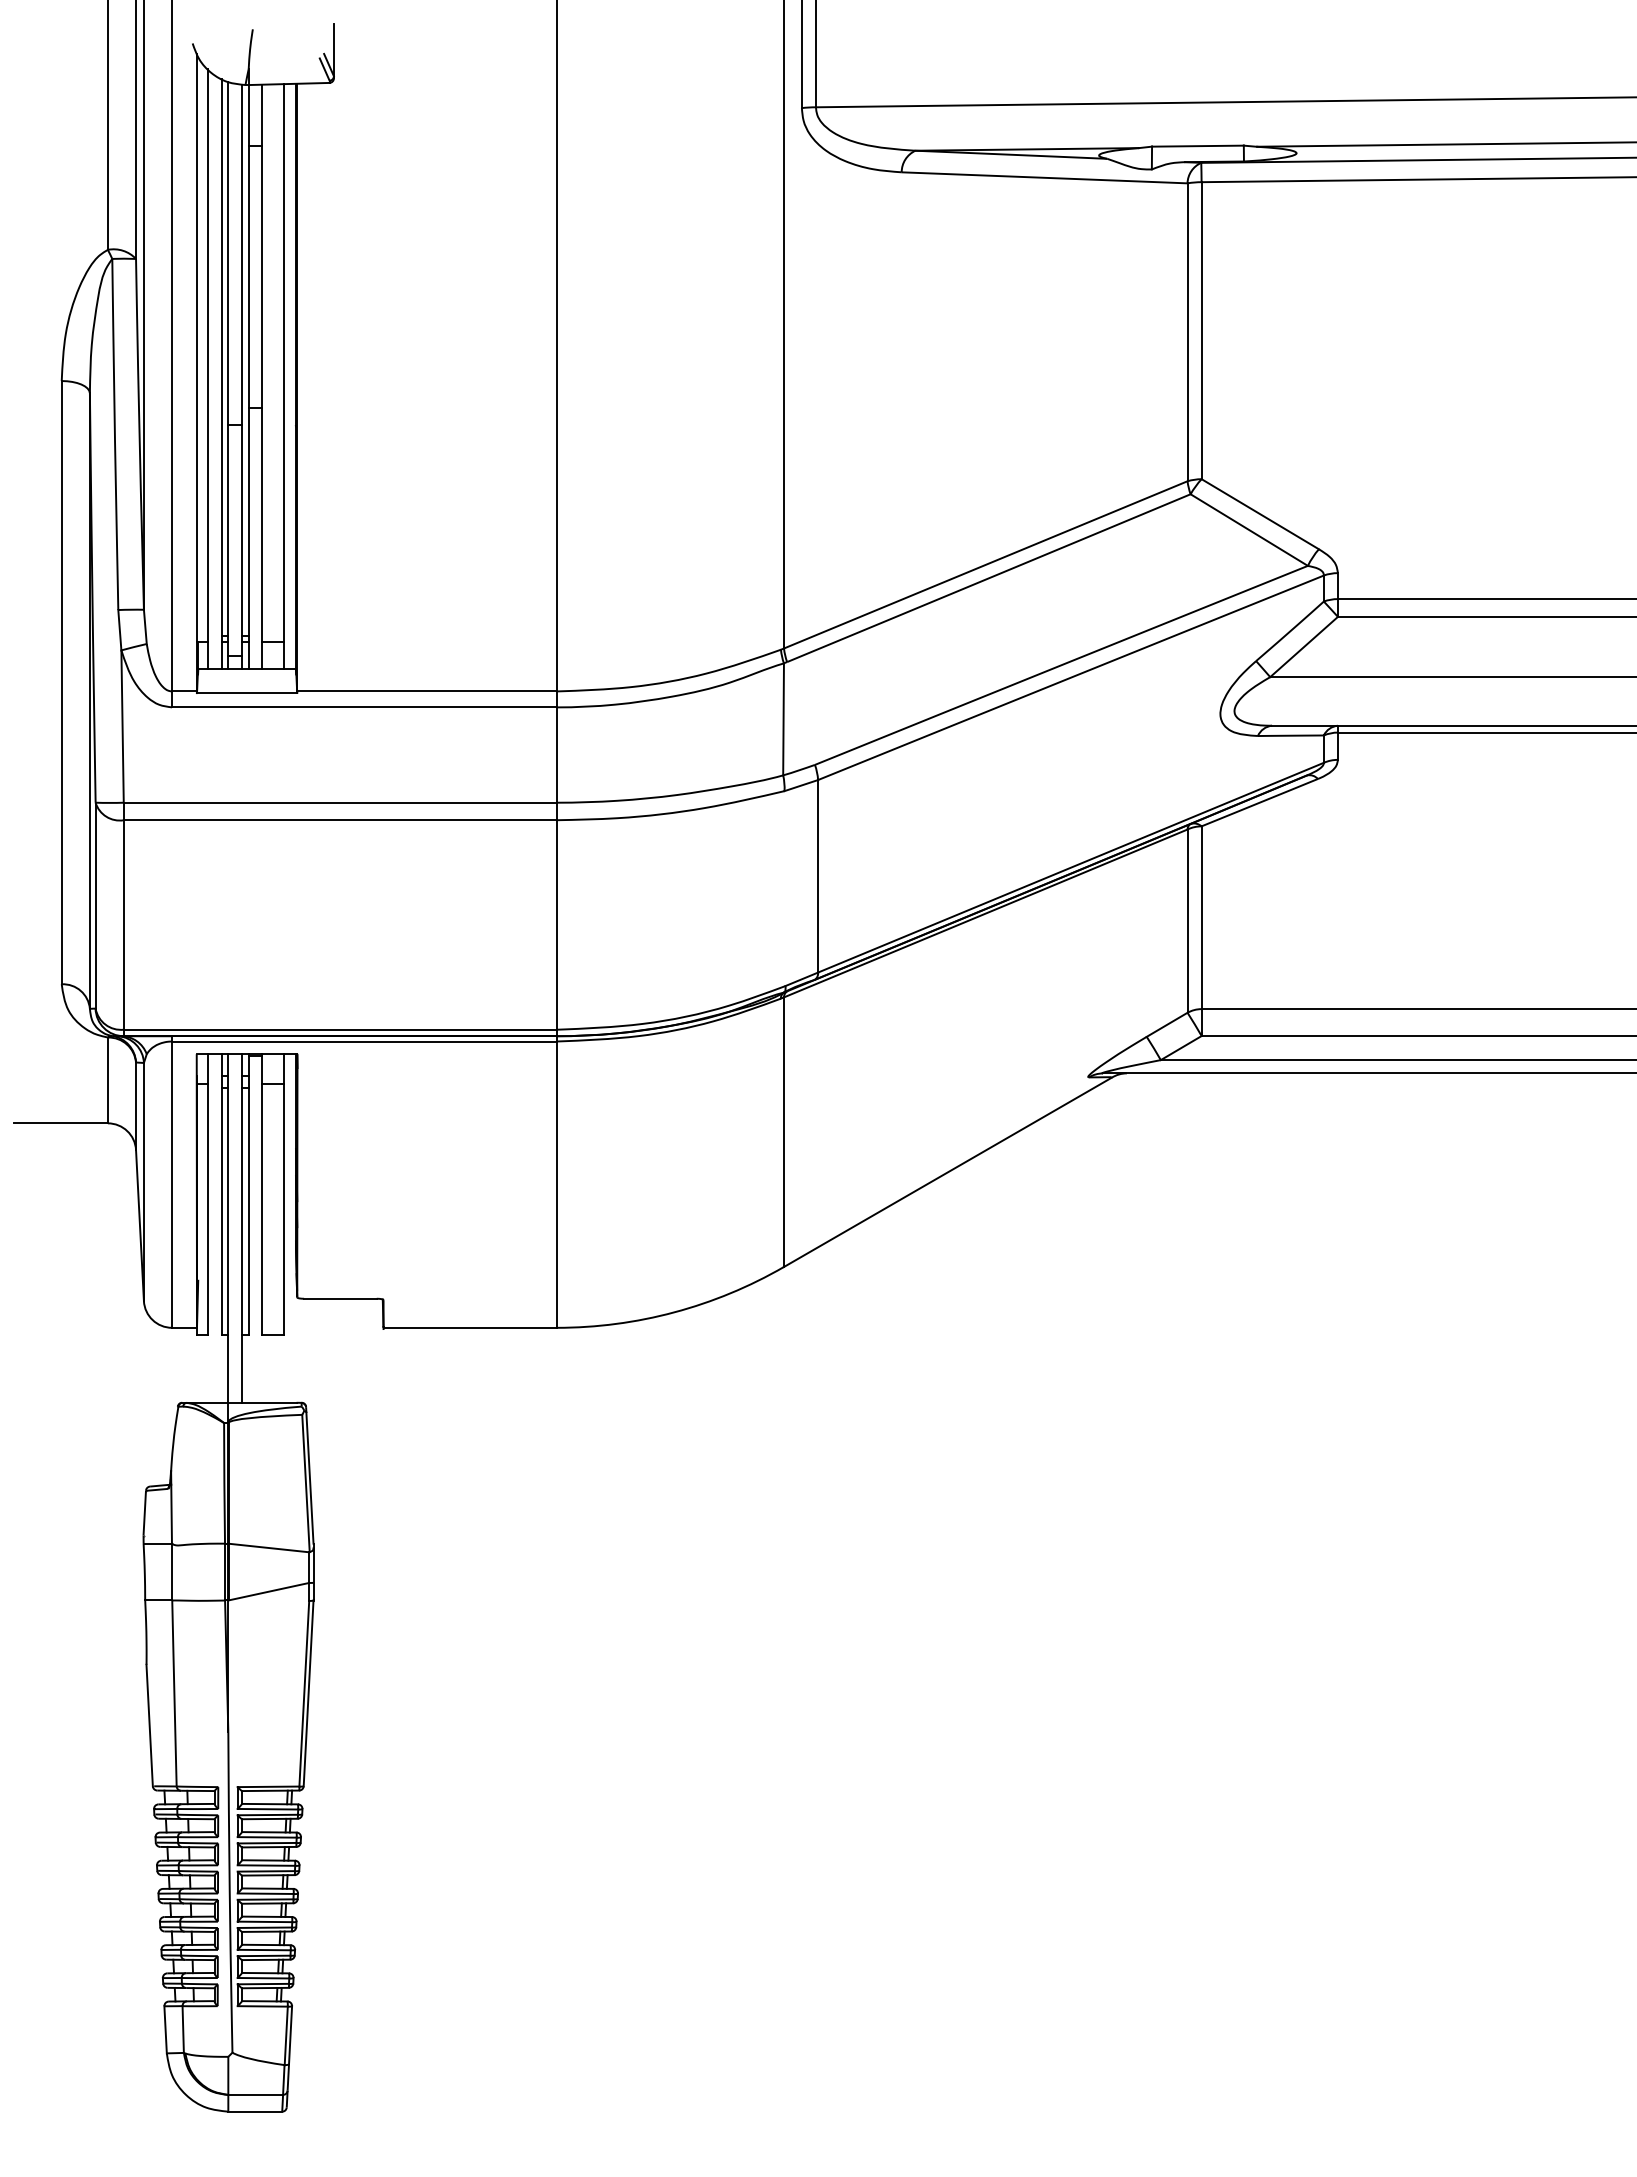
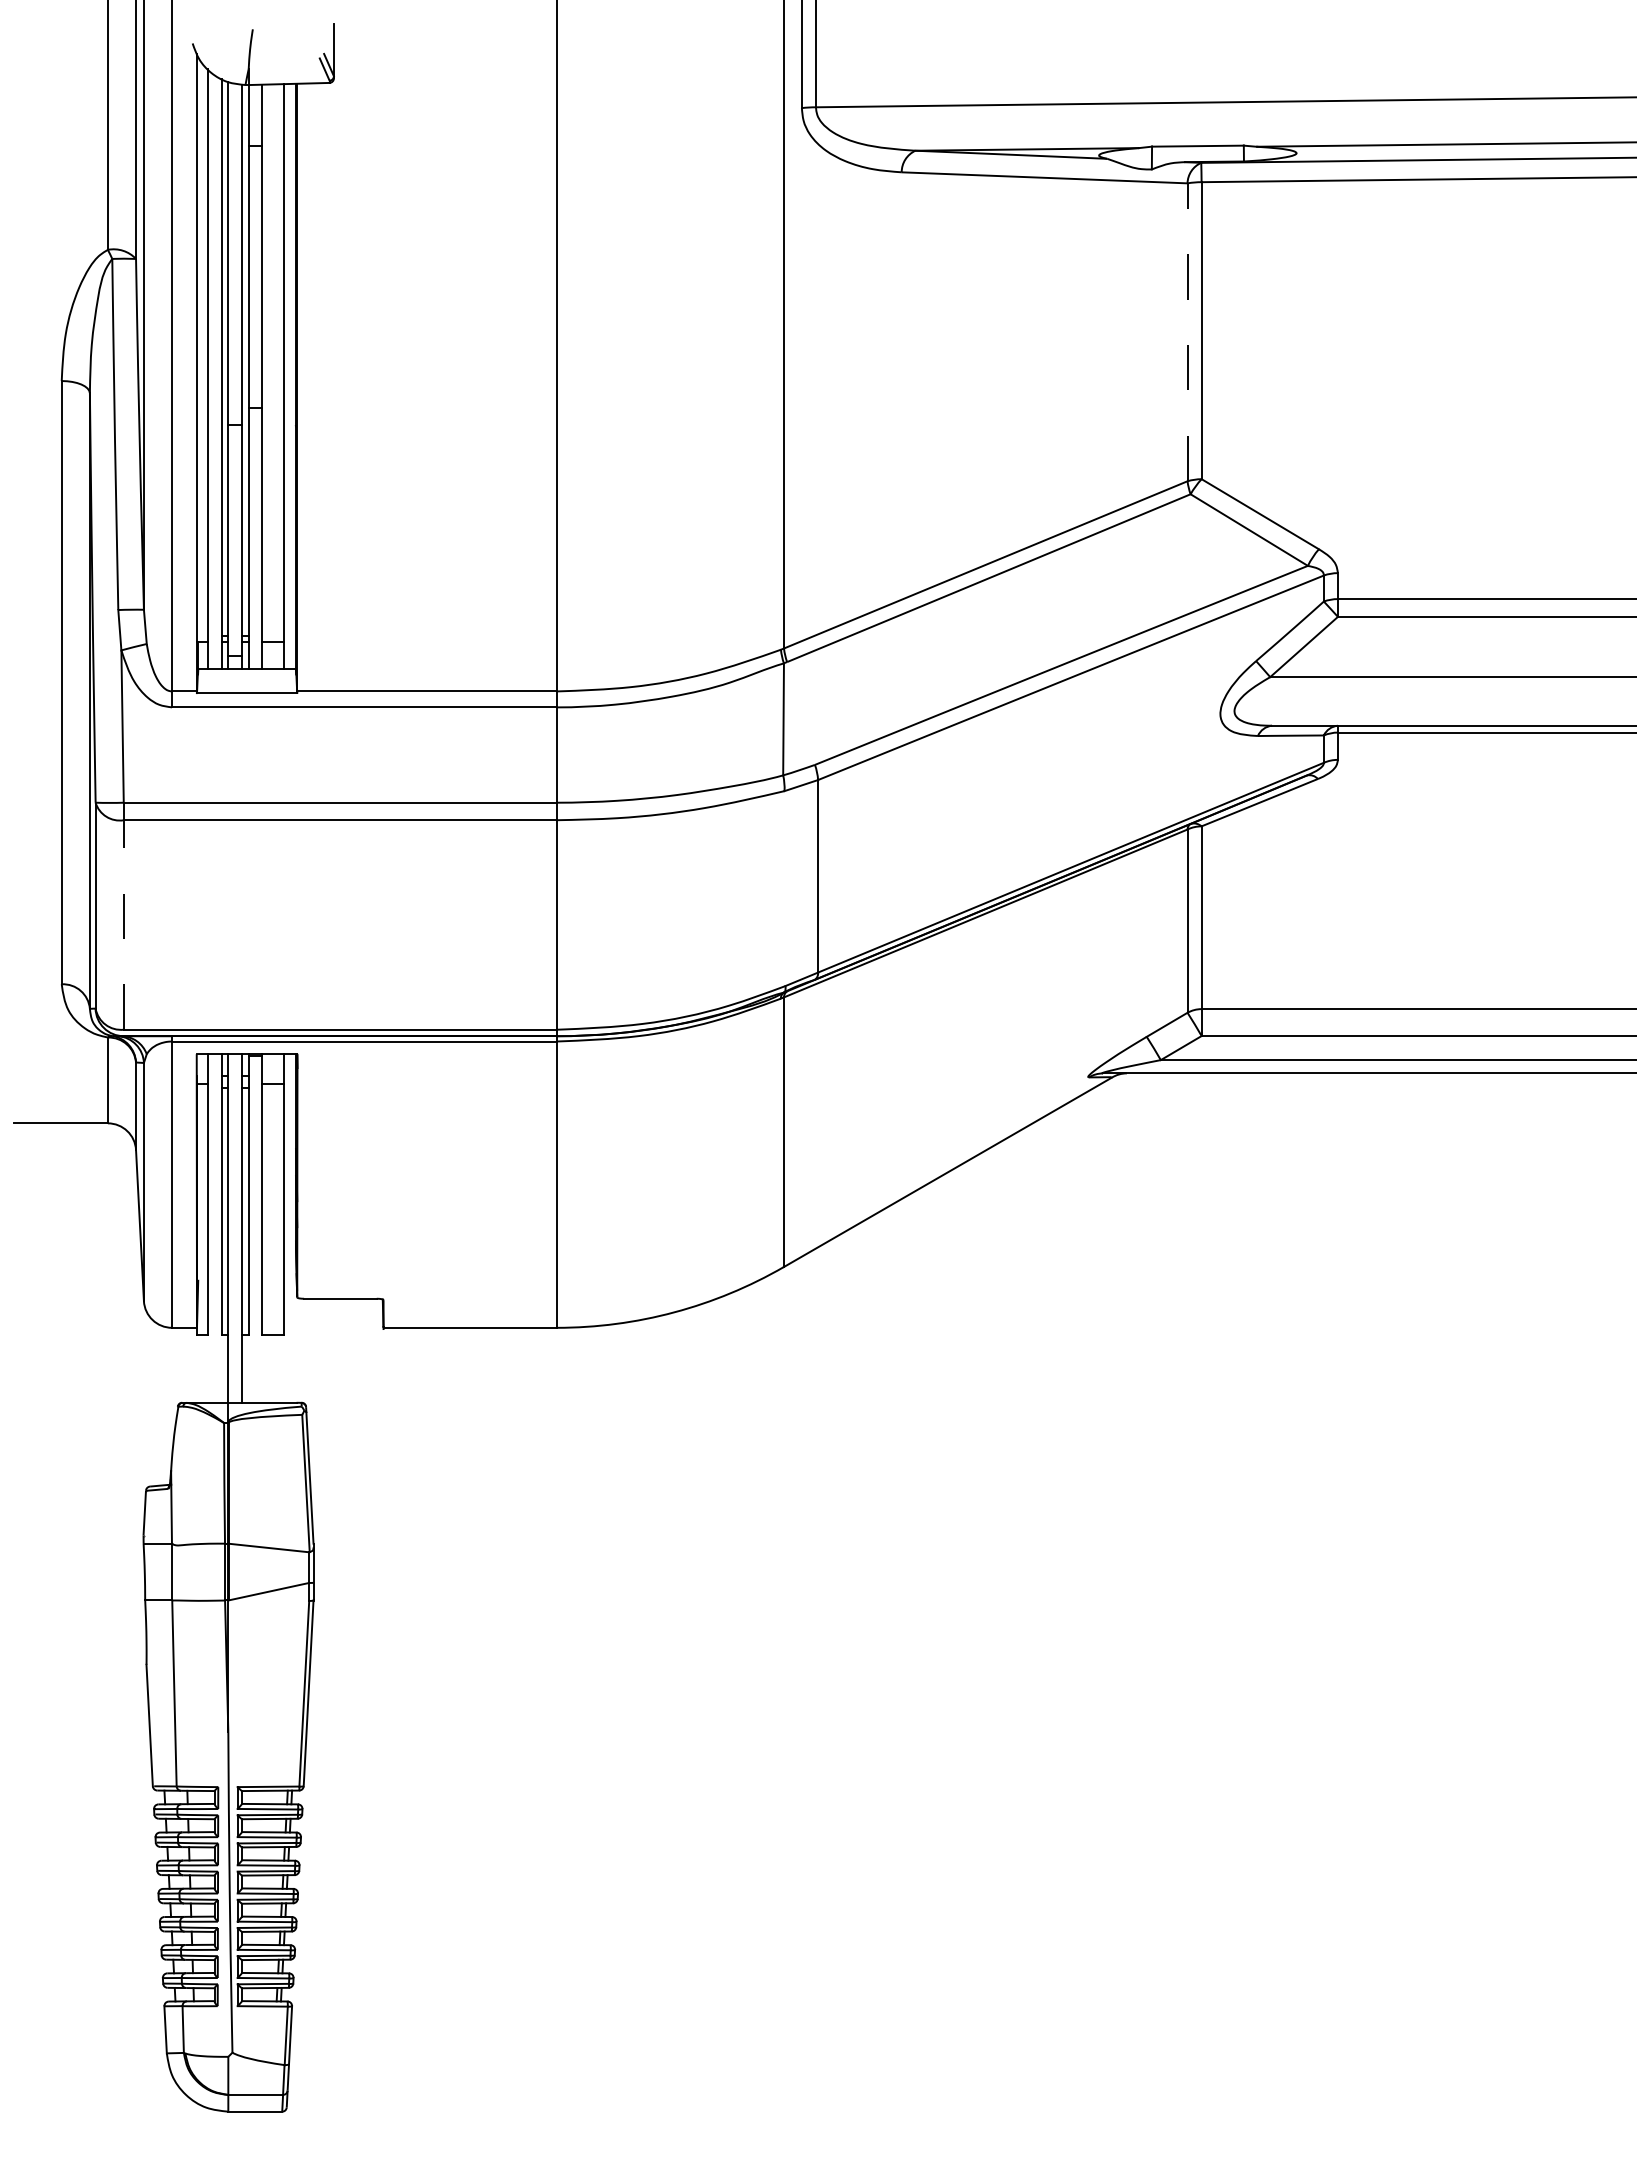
line at (1187, 332): solid -> dashed
line at (123, 919): solid -> dashed
